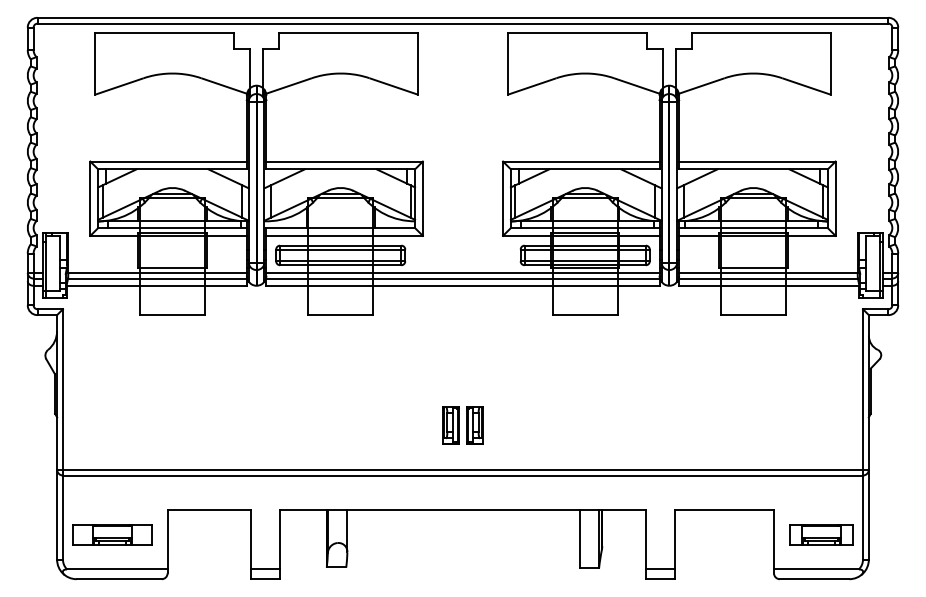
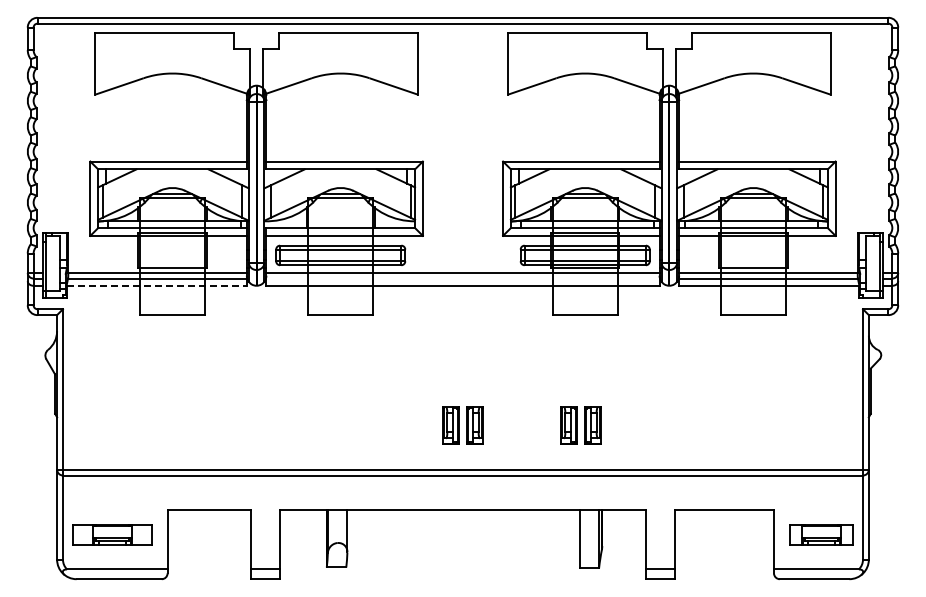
line at (462, 278): present -> none
line at (157, 285): solid -> dashed
part at (580, 425): none -> present
